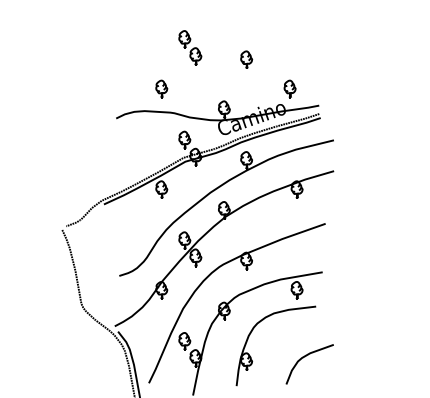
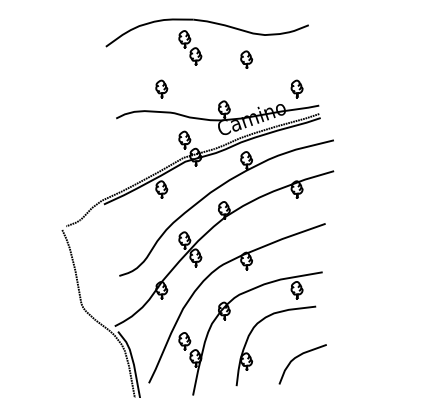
part at (210, 23): none -> present
part at (289, 88) position: (289, 88) -> (296, 88)
curve at (305, 357) position: (305, 357) -> (298, 357)
